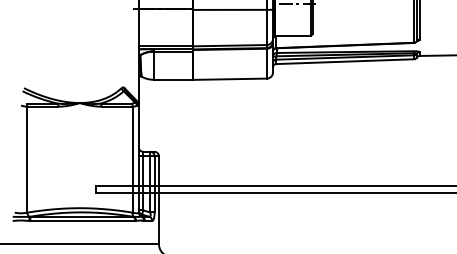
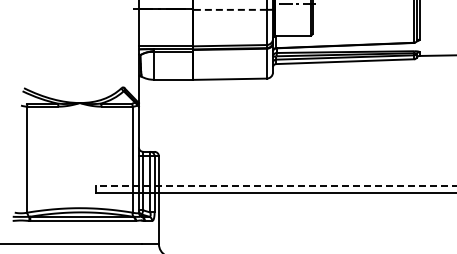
line at (230, 9): solid -> dashed
line at (276, 186): solid -> dashed
